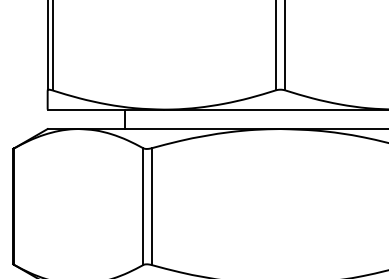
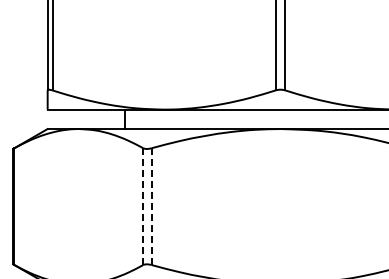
line at (143, 206): solid -> dashed
line at (151, 207): solid -> dashed
